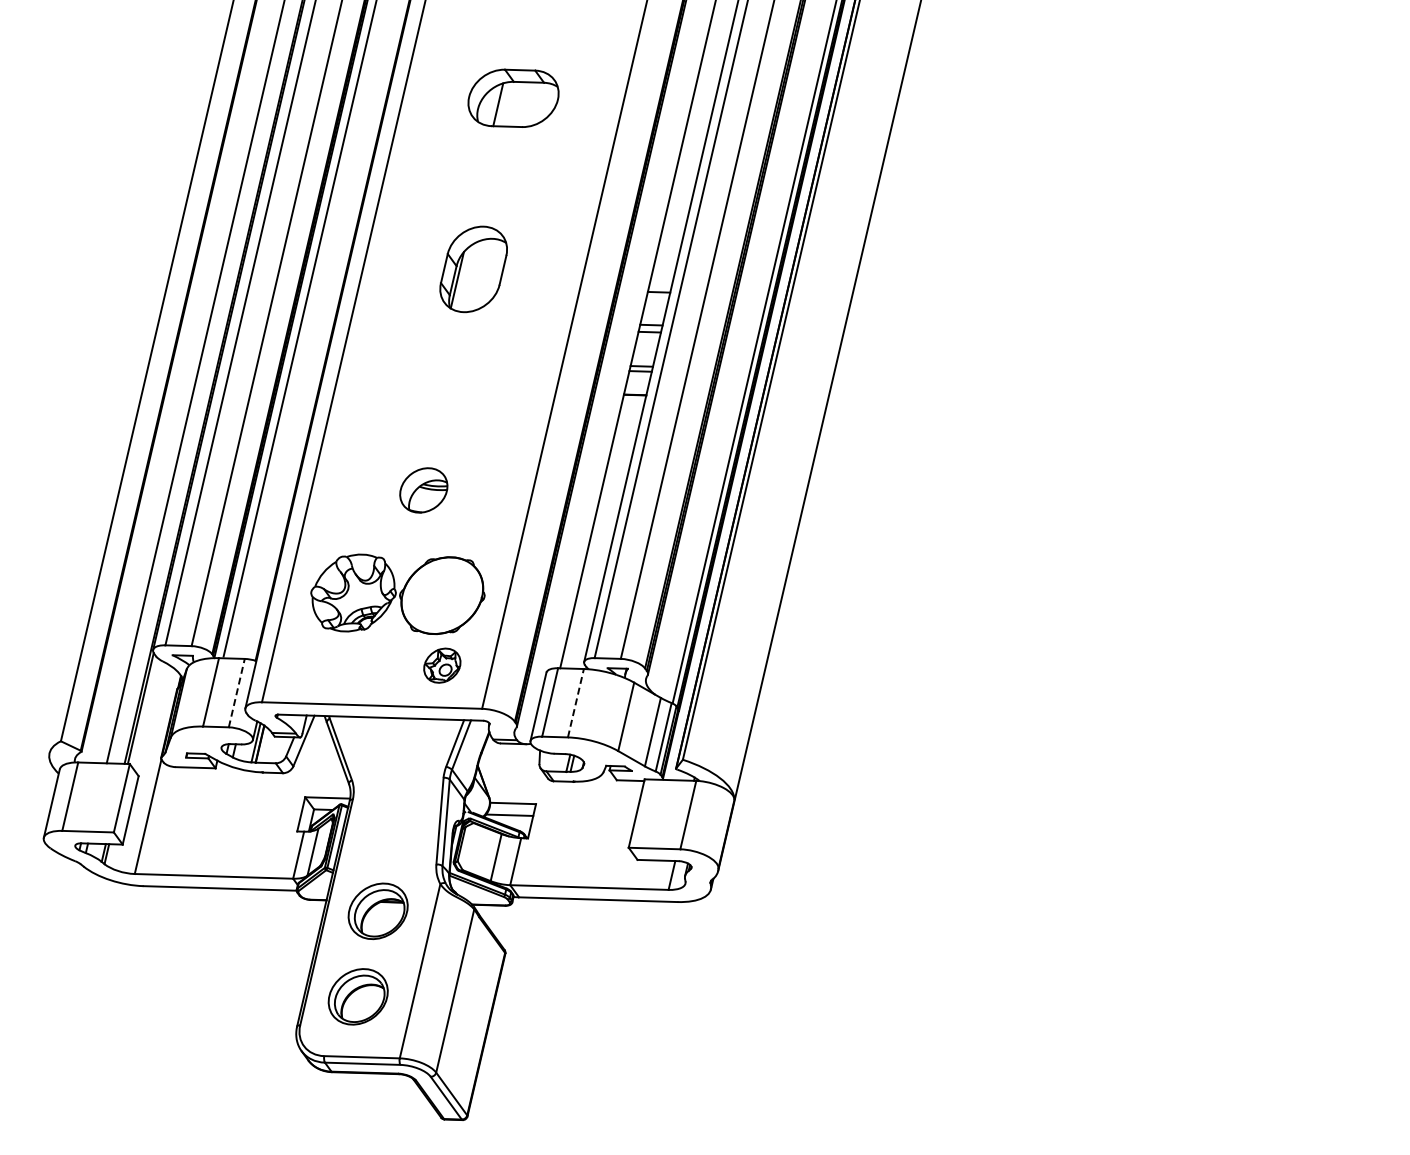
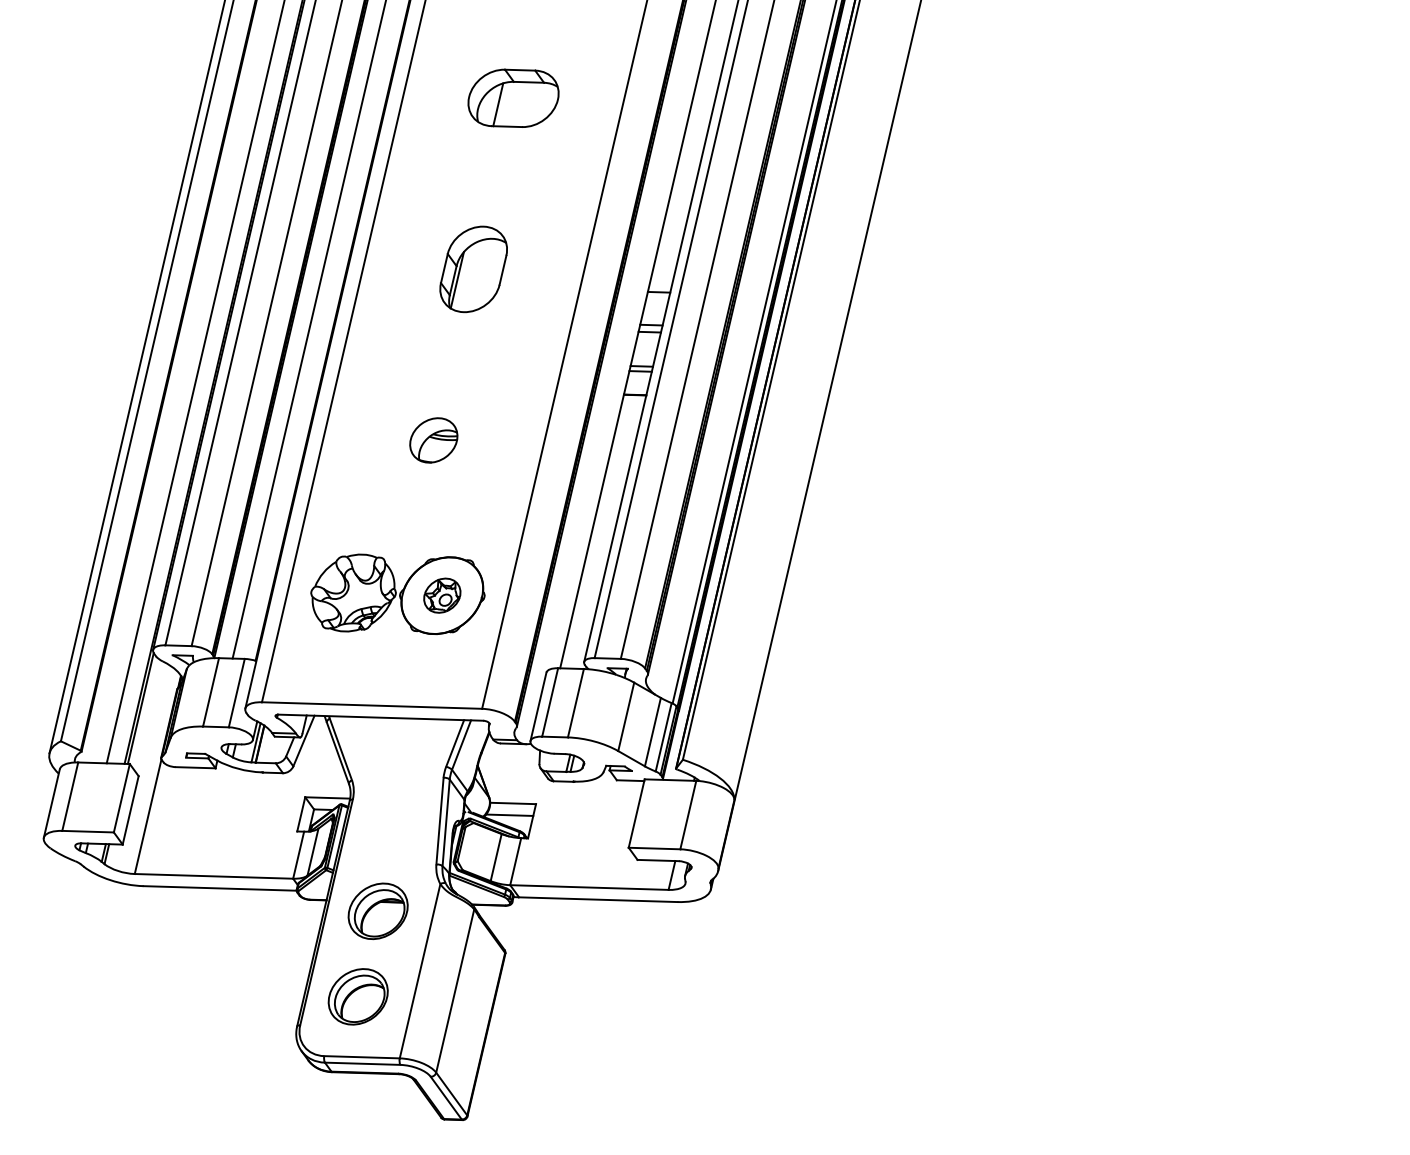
line at (299, 329) position: (299, 329) -> (308, 330)
line at (136, 377): none -> present
part at (423, 490) position: (423, 490) -> (433, 440)
part at (442, 665) position: (442, 665) -> (442, 595)
line at (236, 692): dashed -> solid
line at (576, 702): dashed -> solid
